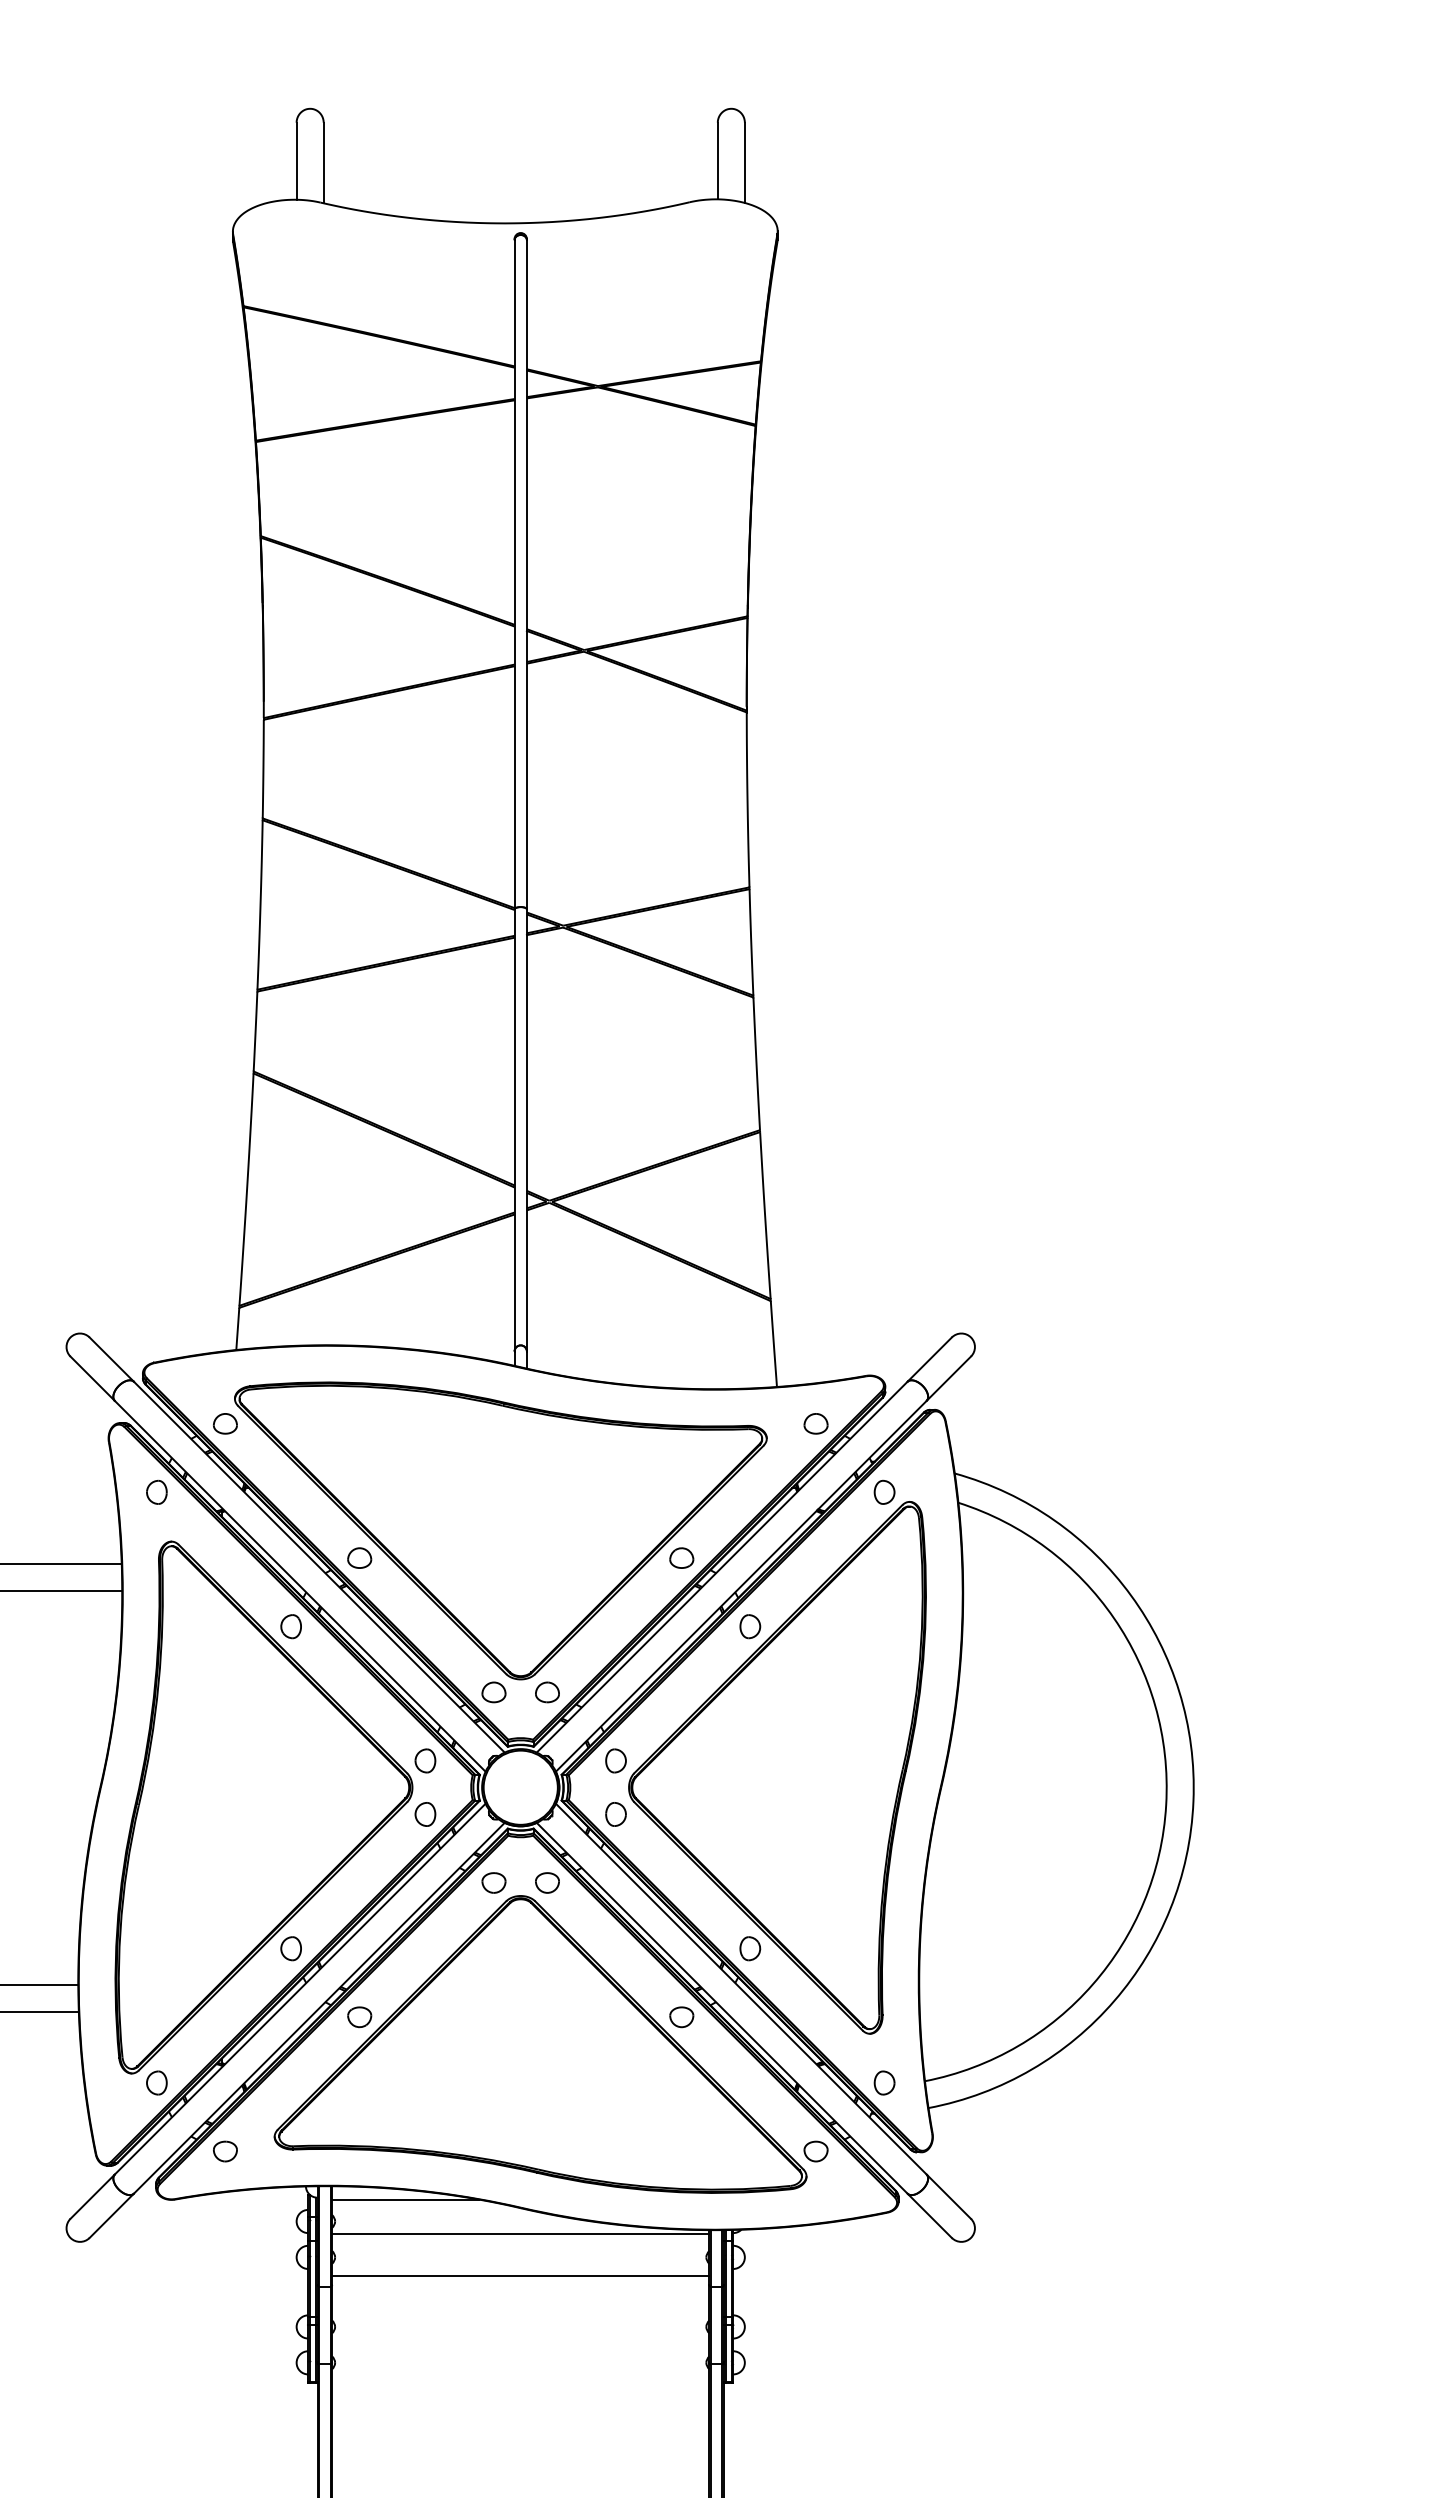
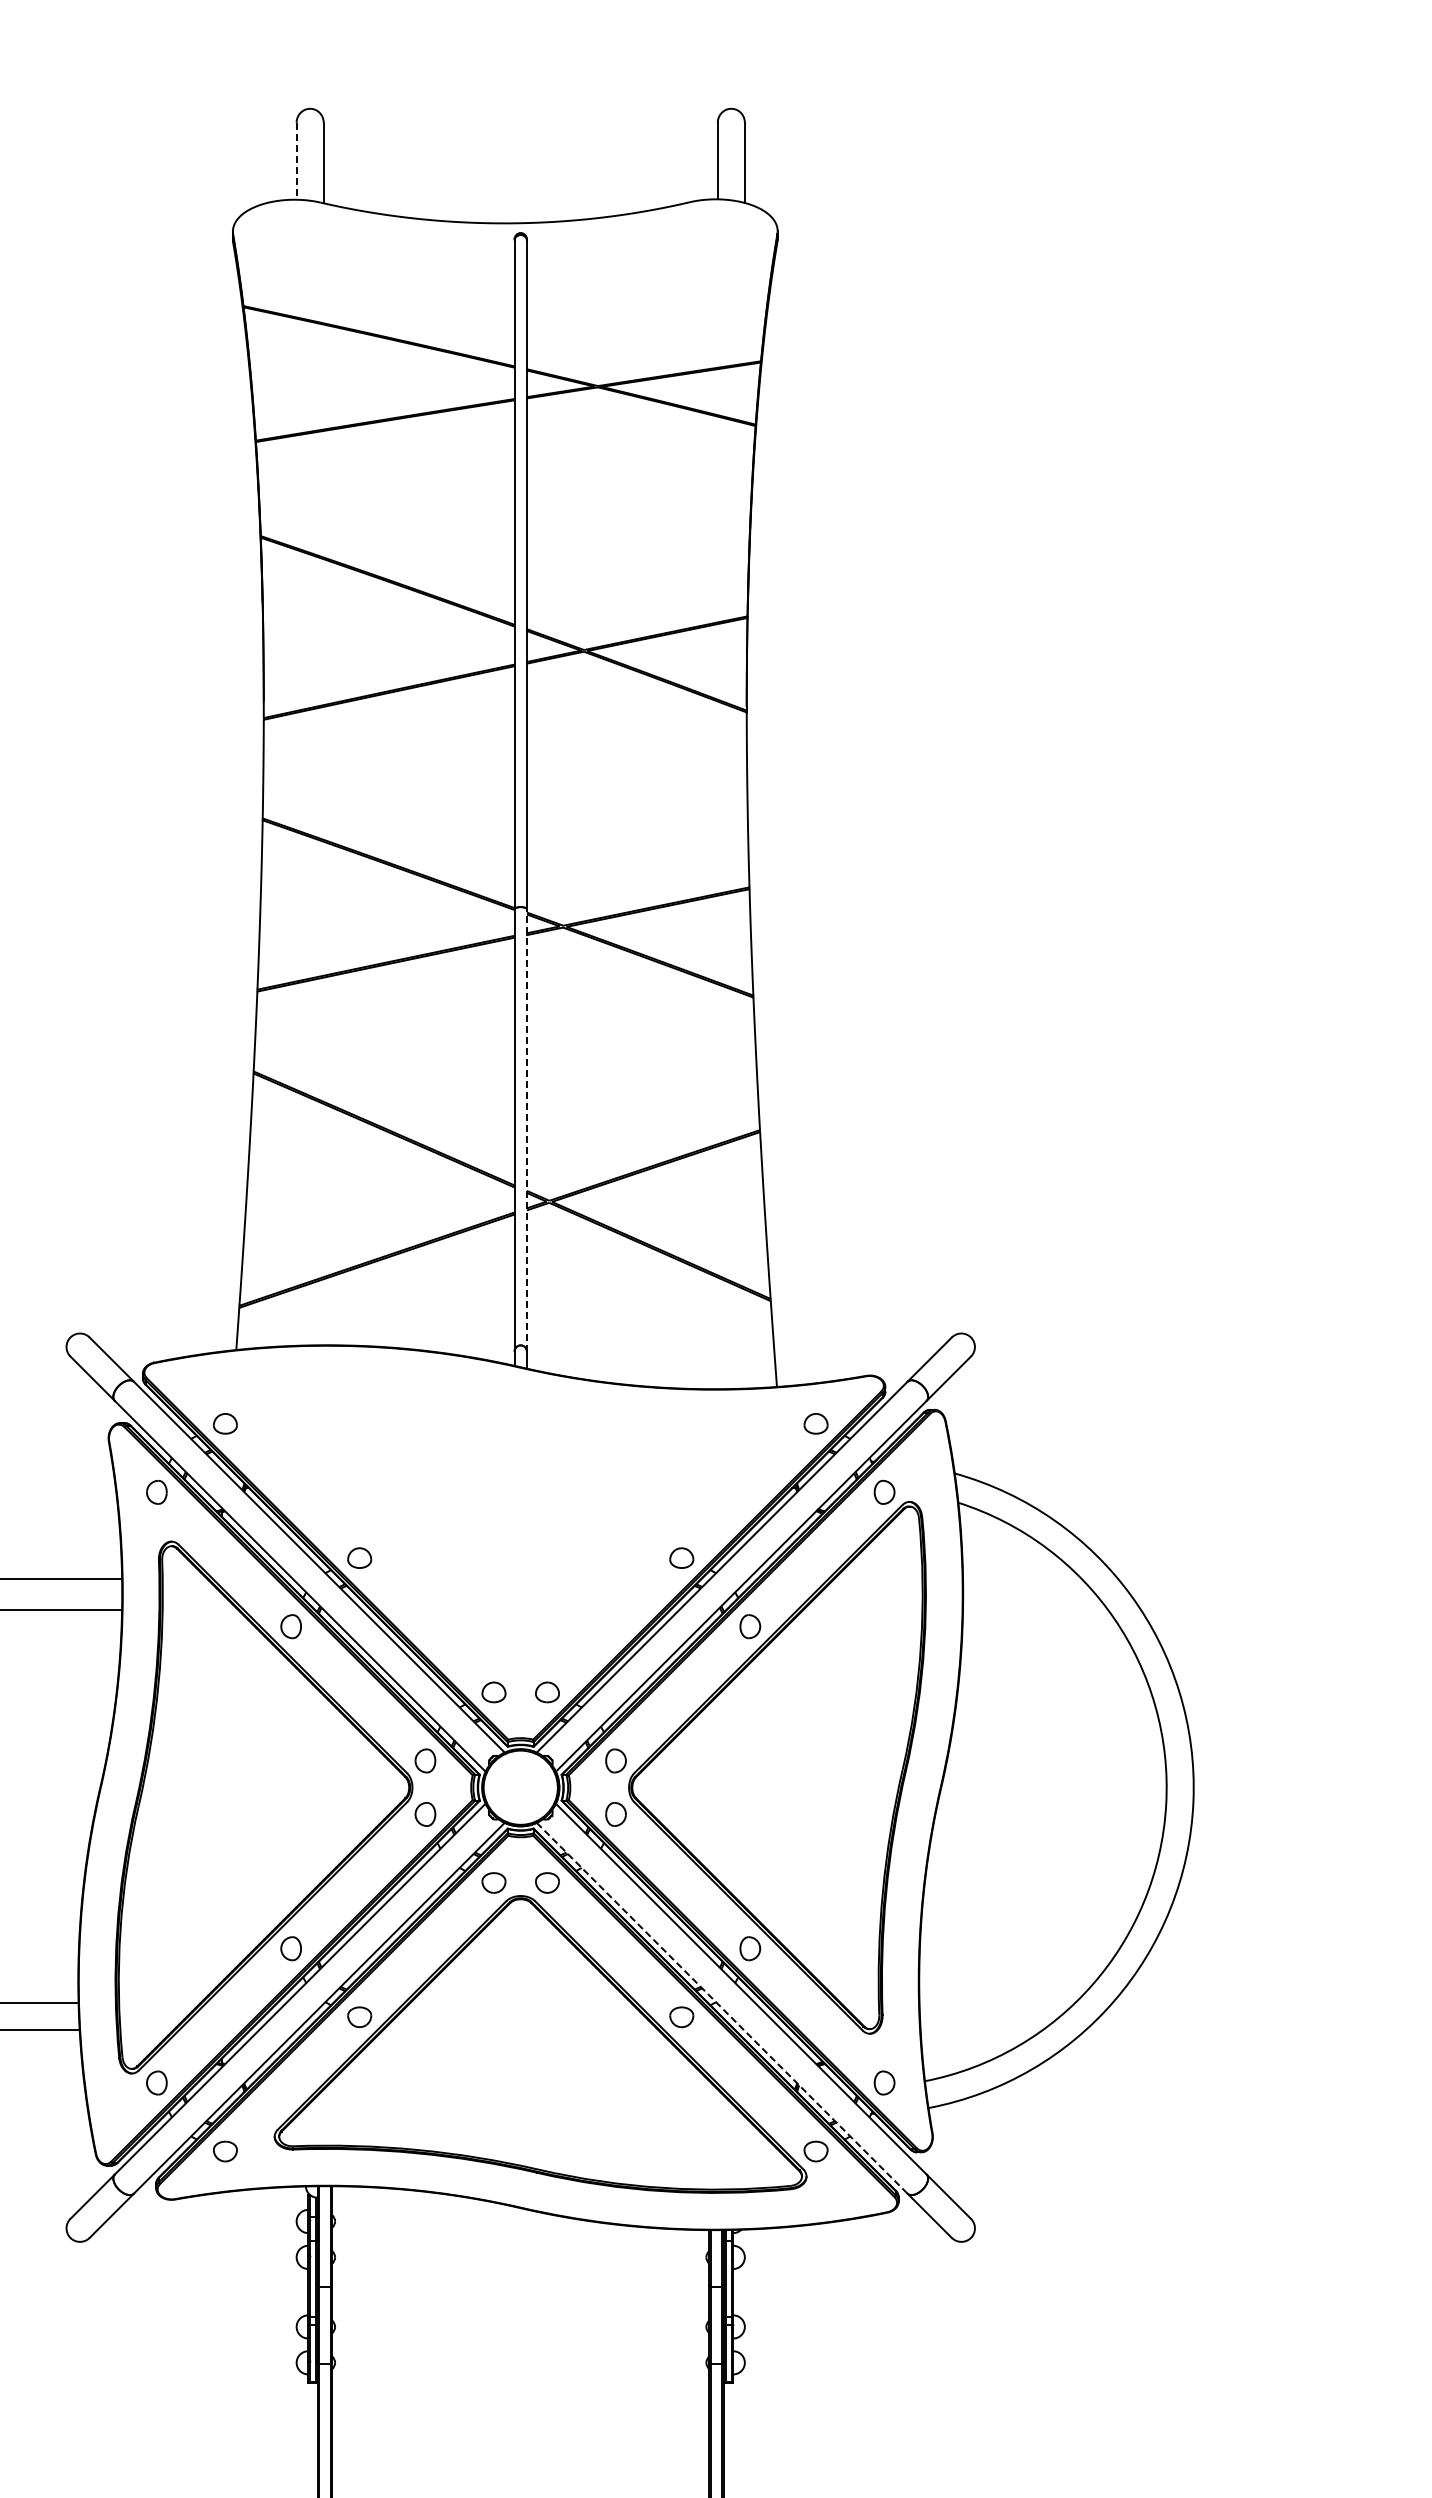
line at (296, 161): solid -> dashed
line at (526, 1129): solid -> dashed
part at (500, 1530): present -> none
line at (61, 1563) position: (61, 1563) -> (61, 1578)
line at (62, 1590) position: (62, 1590) -> (62, 1609)
line at (40, 1984) position: (40, 1984) -> (40, 2002)
line at (722, 2008): solid -> dashed
line at (40, 2011) position: (40, 2011) -> (40, 2029)
line at (405, 2199): present -> none
line at (520, 2234): present -> none
line at (520, 2275): present -> none
